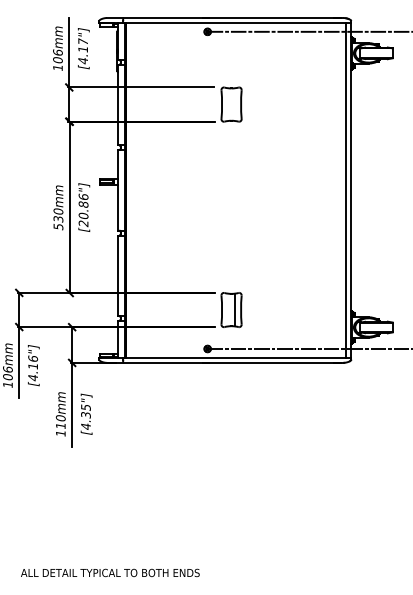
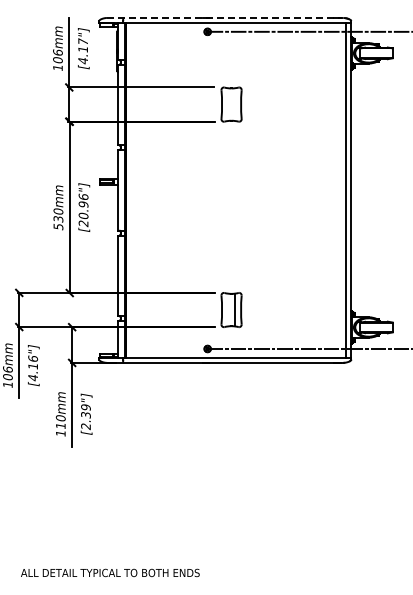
line at (225, 17): solid -> dashed
text at (83, 204): [20.86"] -> [20.96"]
text at (85, 417): [4.35"] -> [2.39"]
